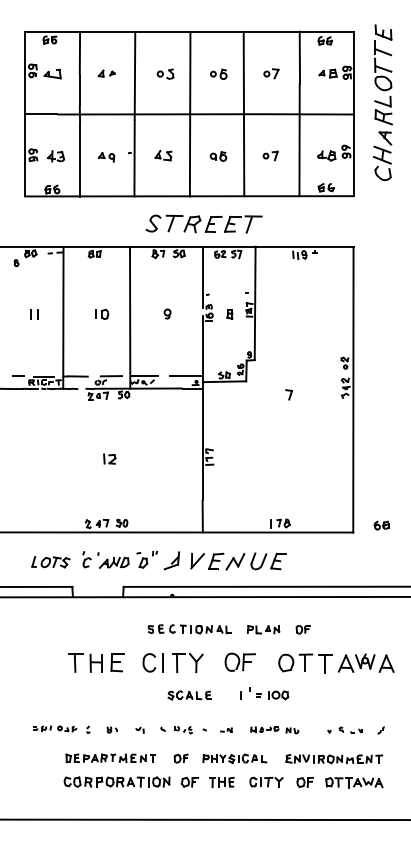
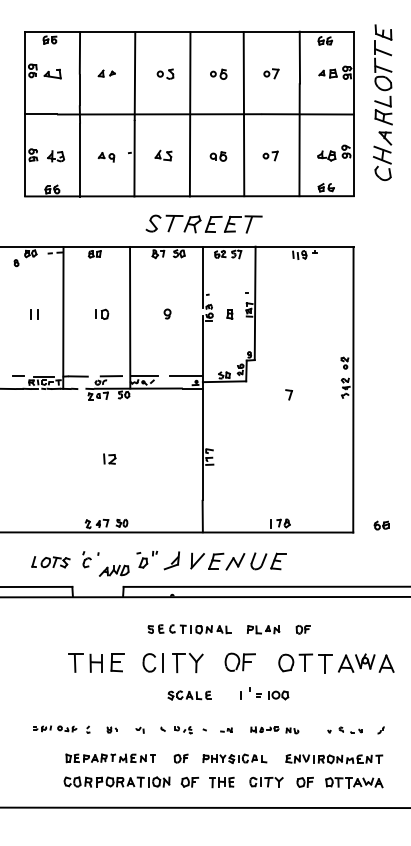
part at (114, 562) position: (114, 562) -> (114, 570)
line at (204, 819) position: (204, 819) -> (204, 807)
